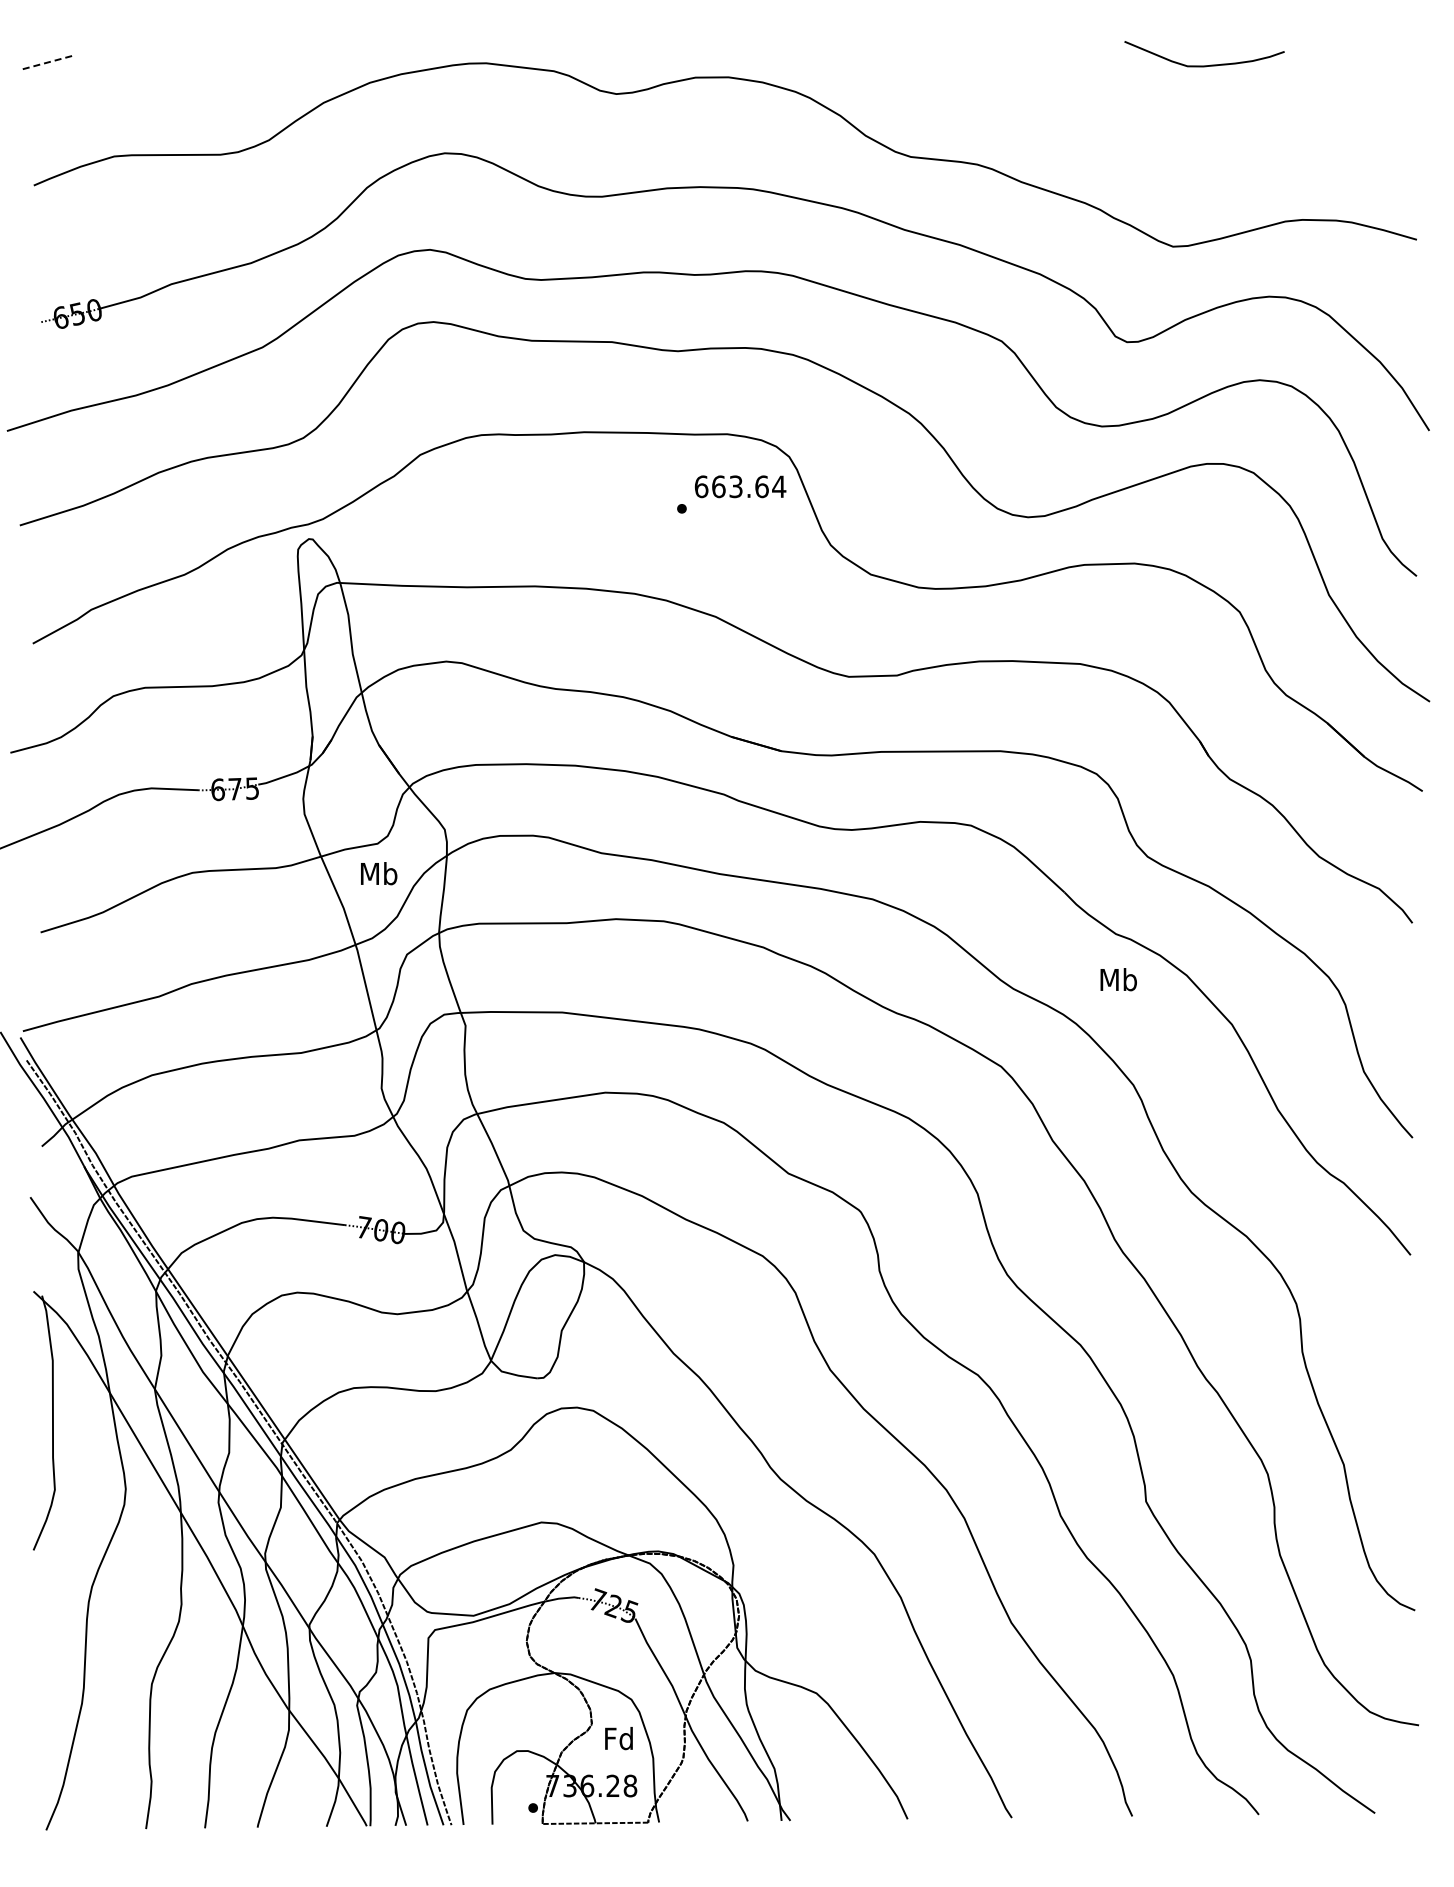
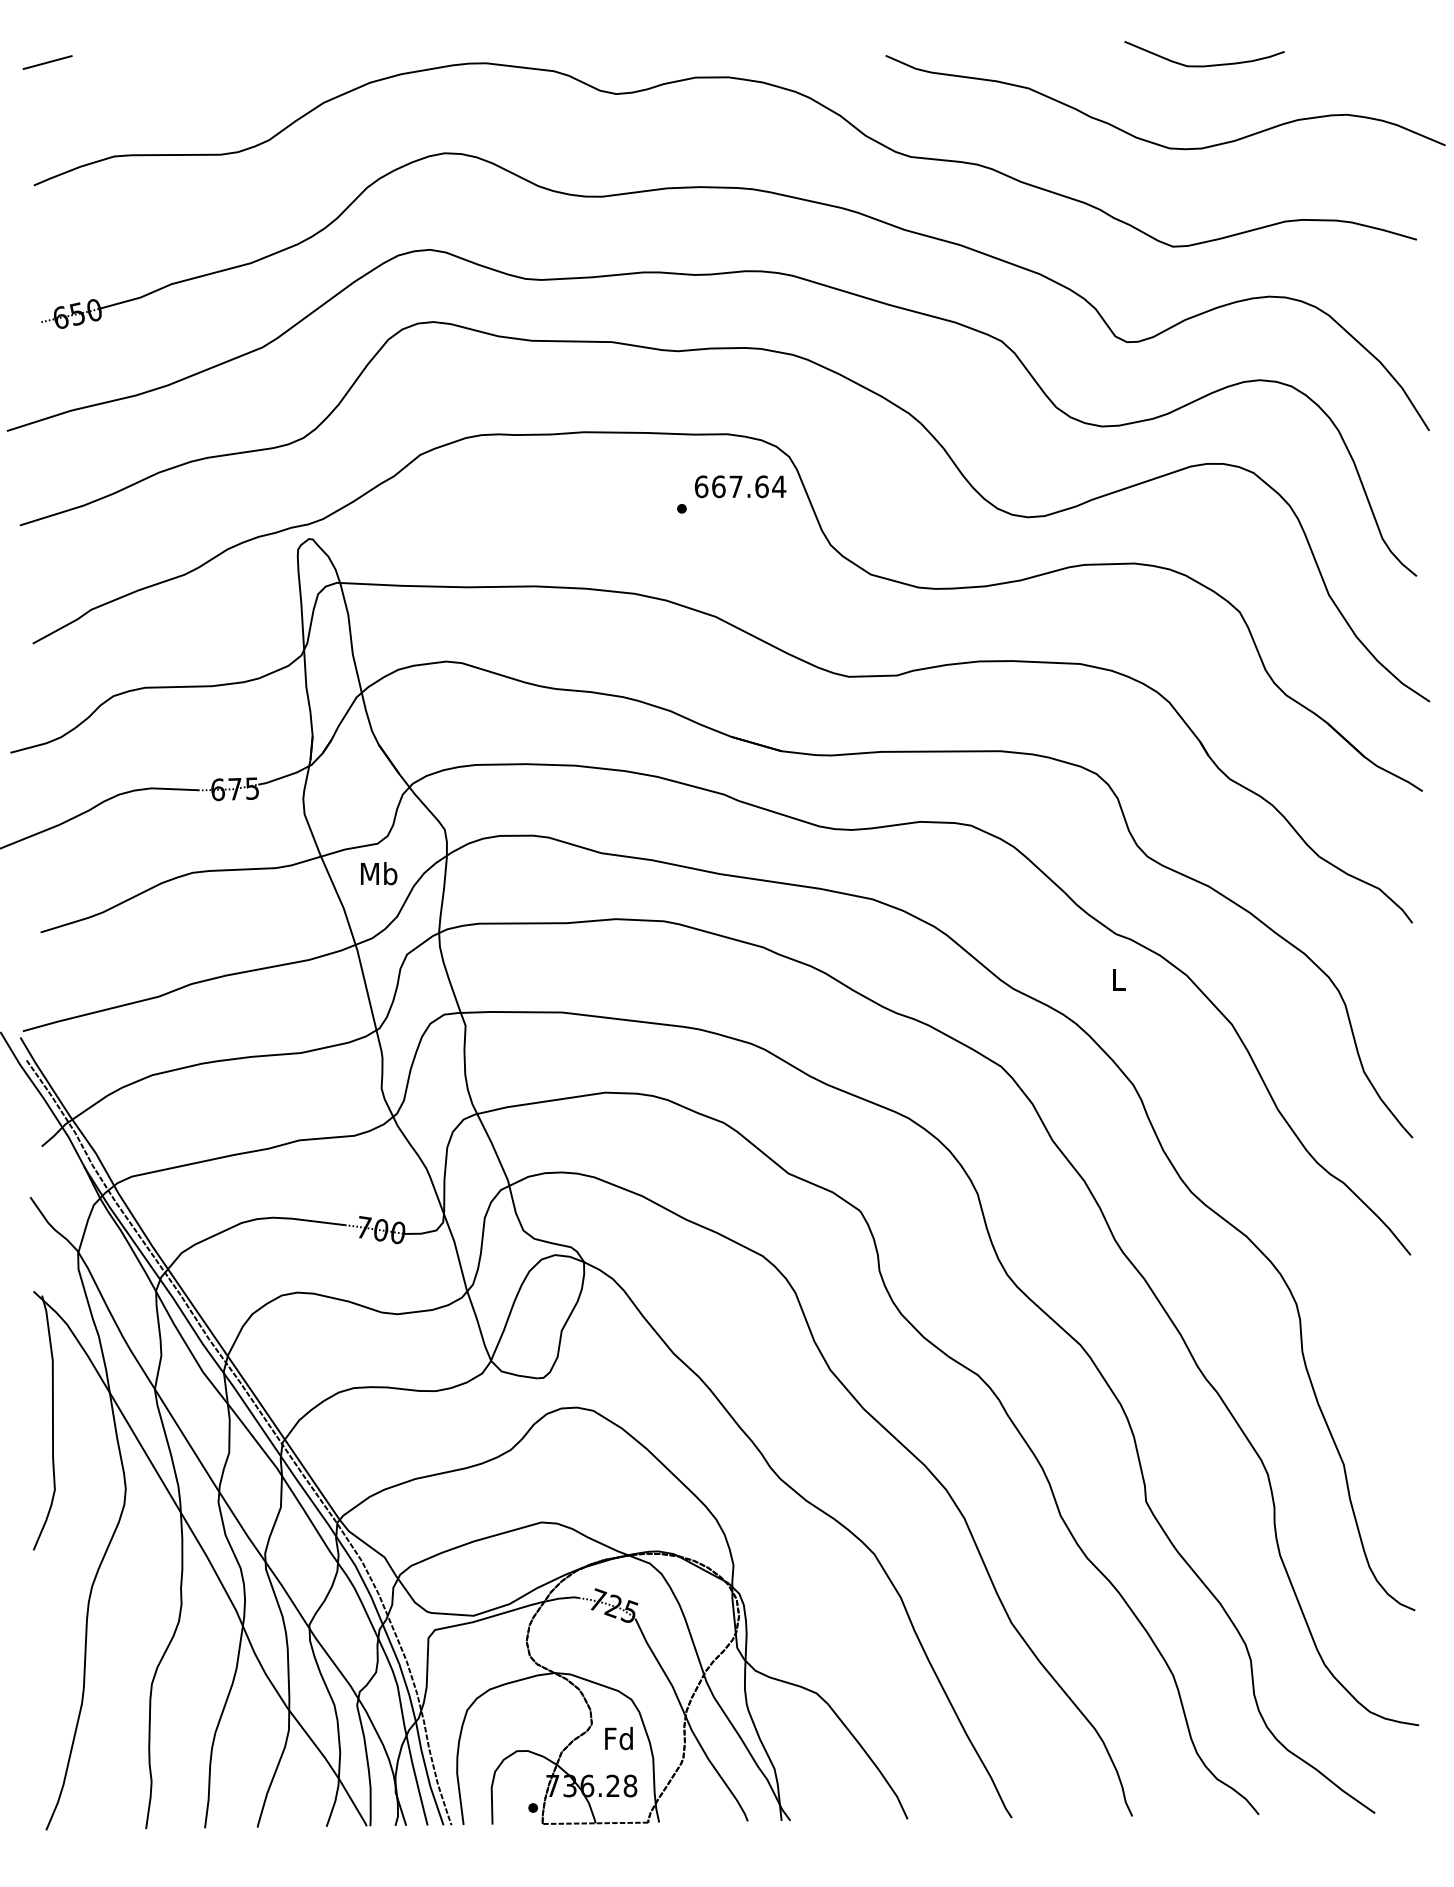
line at (47, 62): dashed -> solid
part at (1152, 141): none -> present
text at (735, 486): 663.64 -> 667.64
text at (1118, 979): Mb -> L
